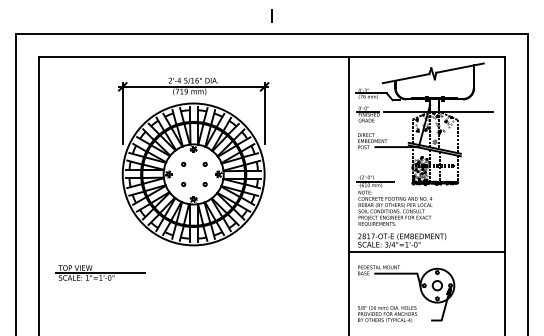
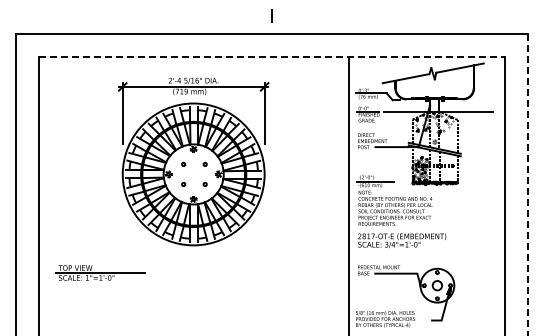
line at (272, 56): solid -> dashed
line at (527, 185): solid -> dashed
line at (427, 252): present -> none
text at (387, 314) position: (387, 314) -> (385, 319)
